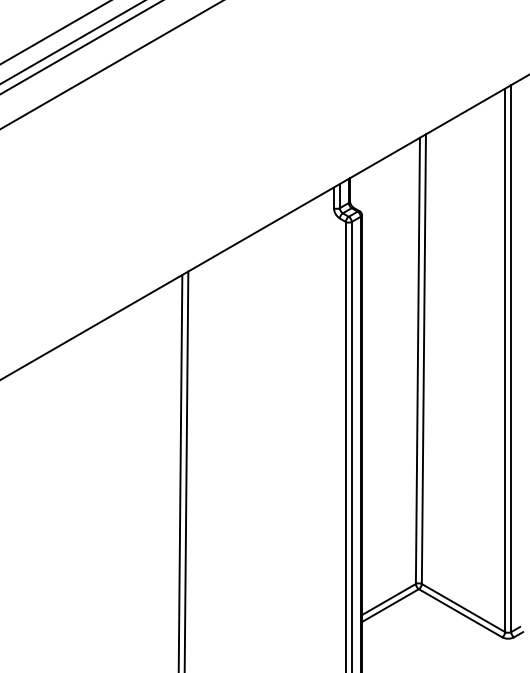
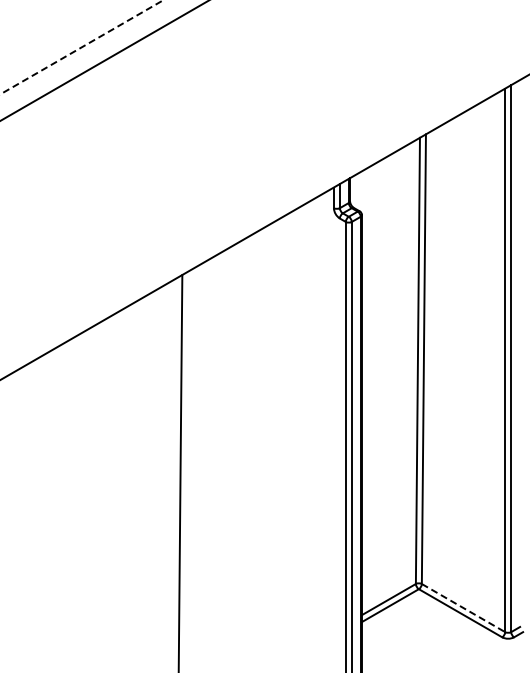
line at (55, 32): present -> none
line at (72, 42): present -> none
line at (81, 47): solid -> dashed
line at (111, 65) position: (111, 65) -> (103, 60)
line at (186, 470): present -> none
line at (463, 608): solid -> dashed
